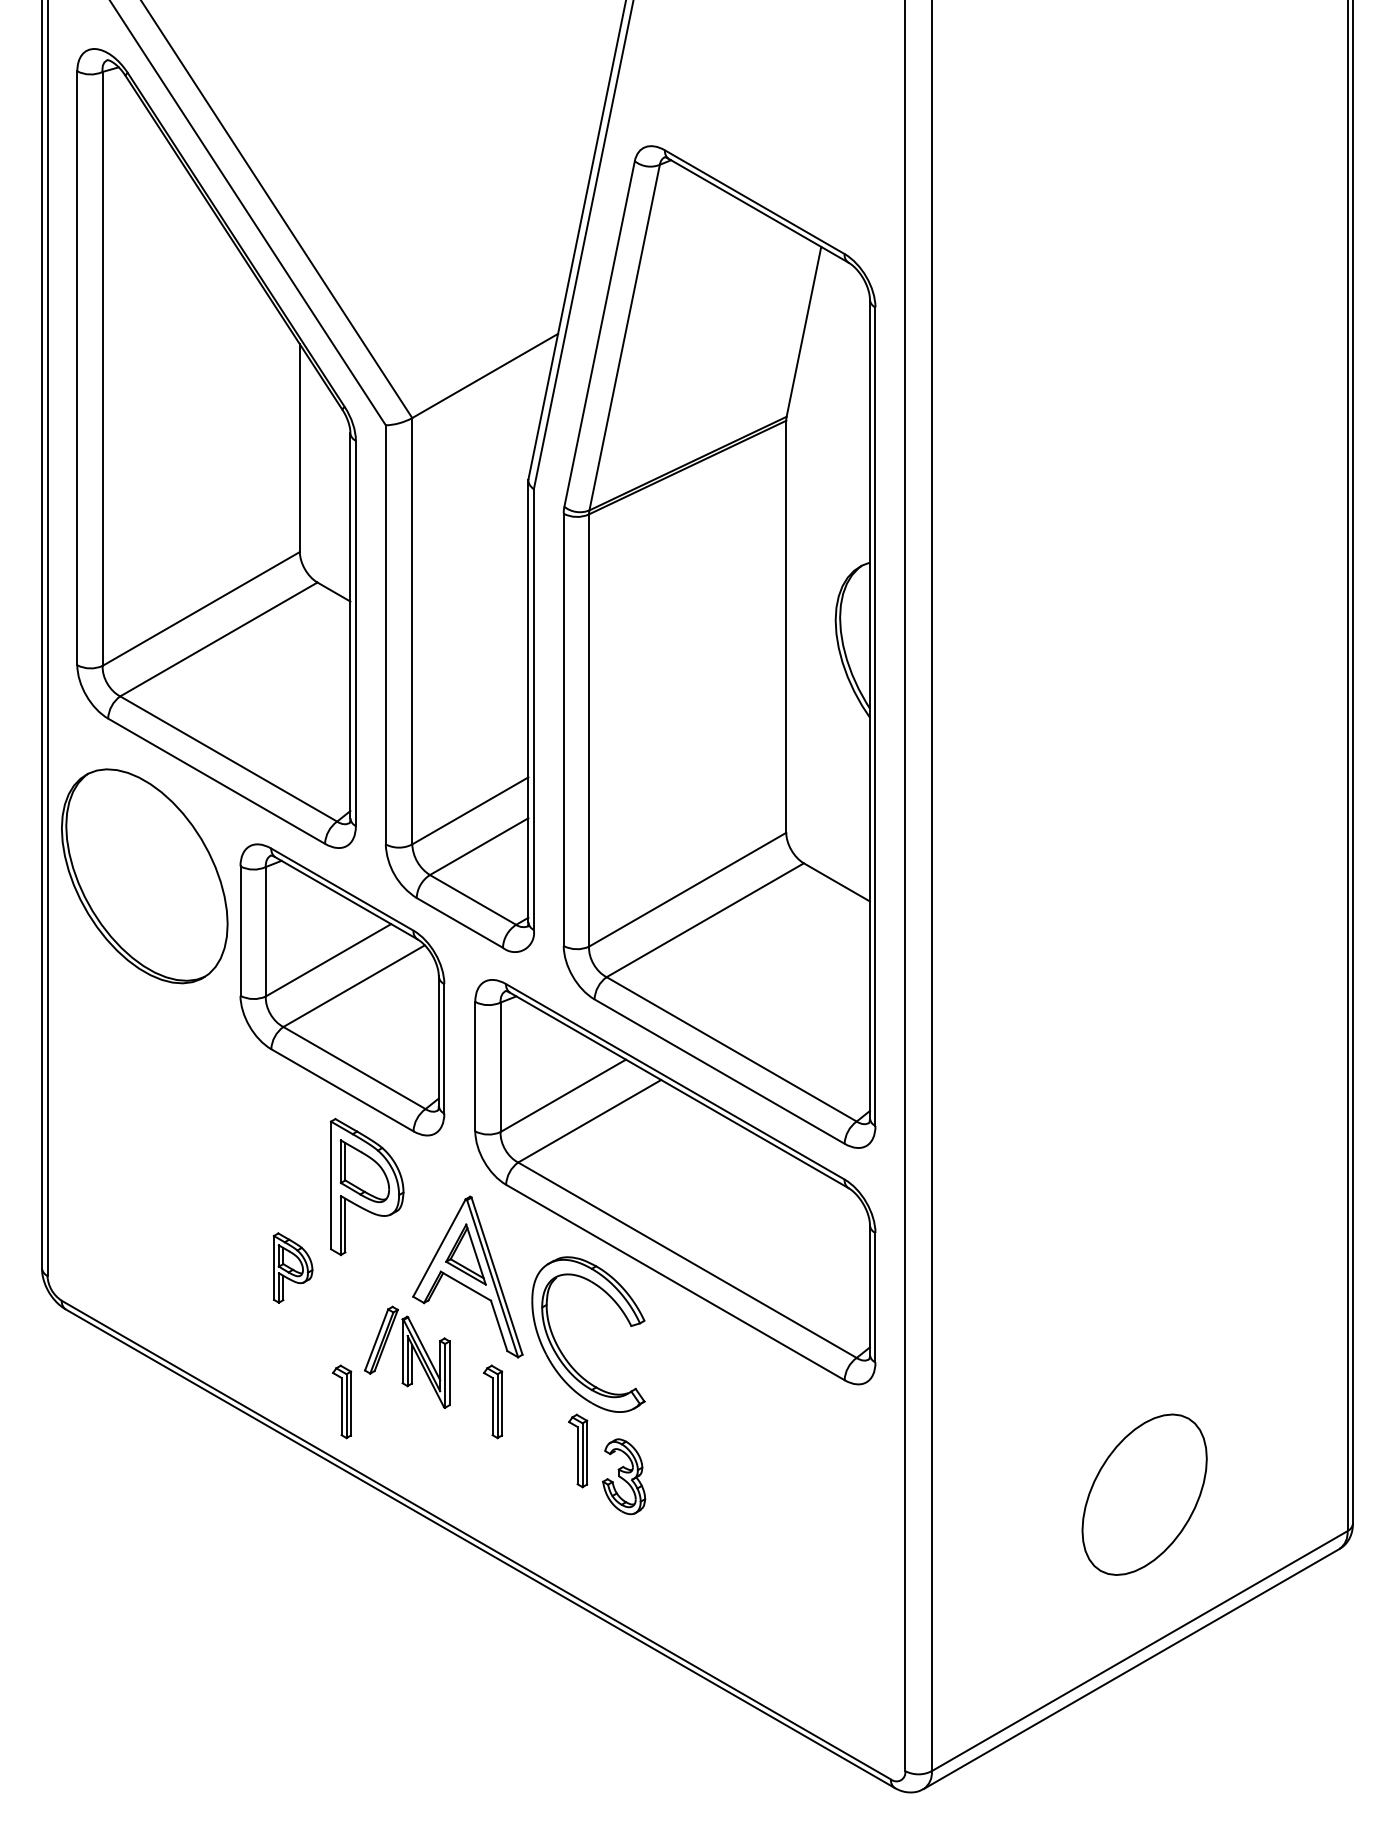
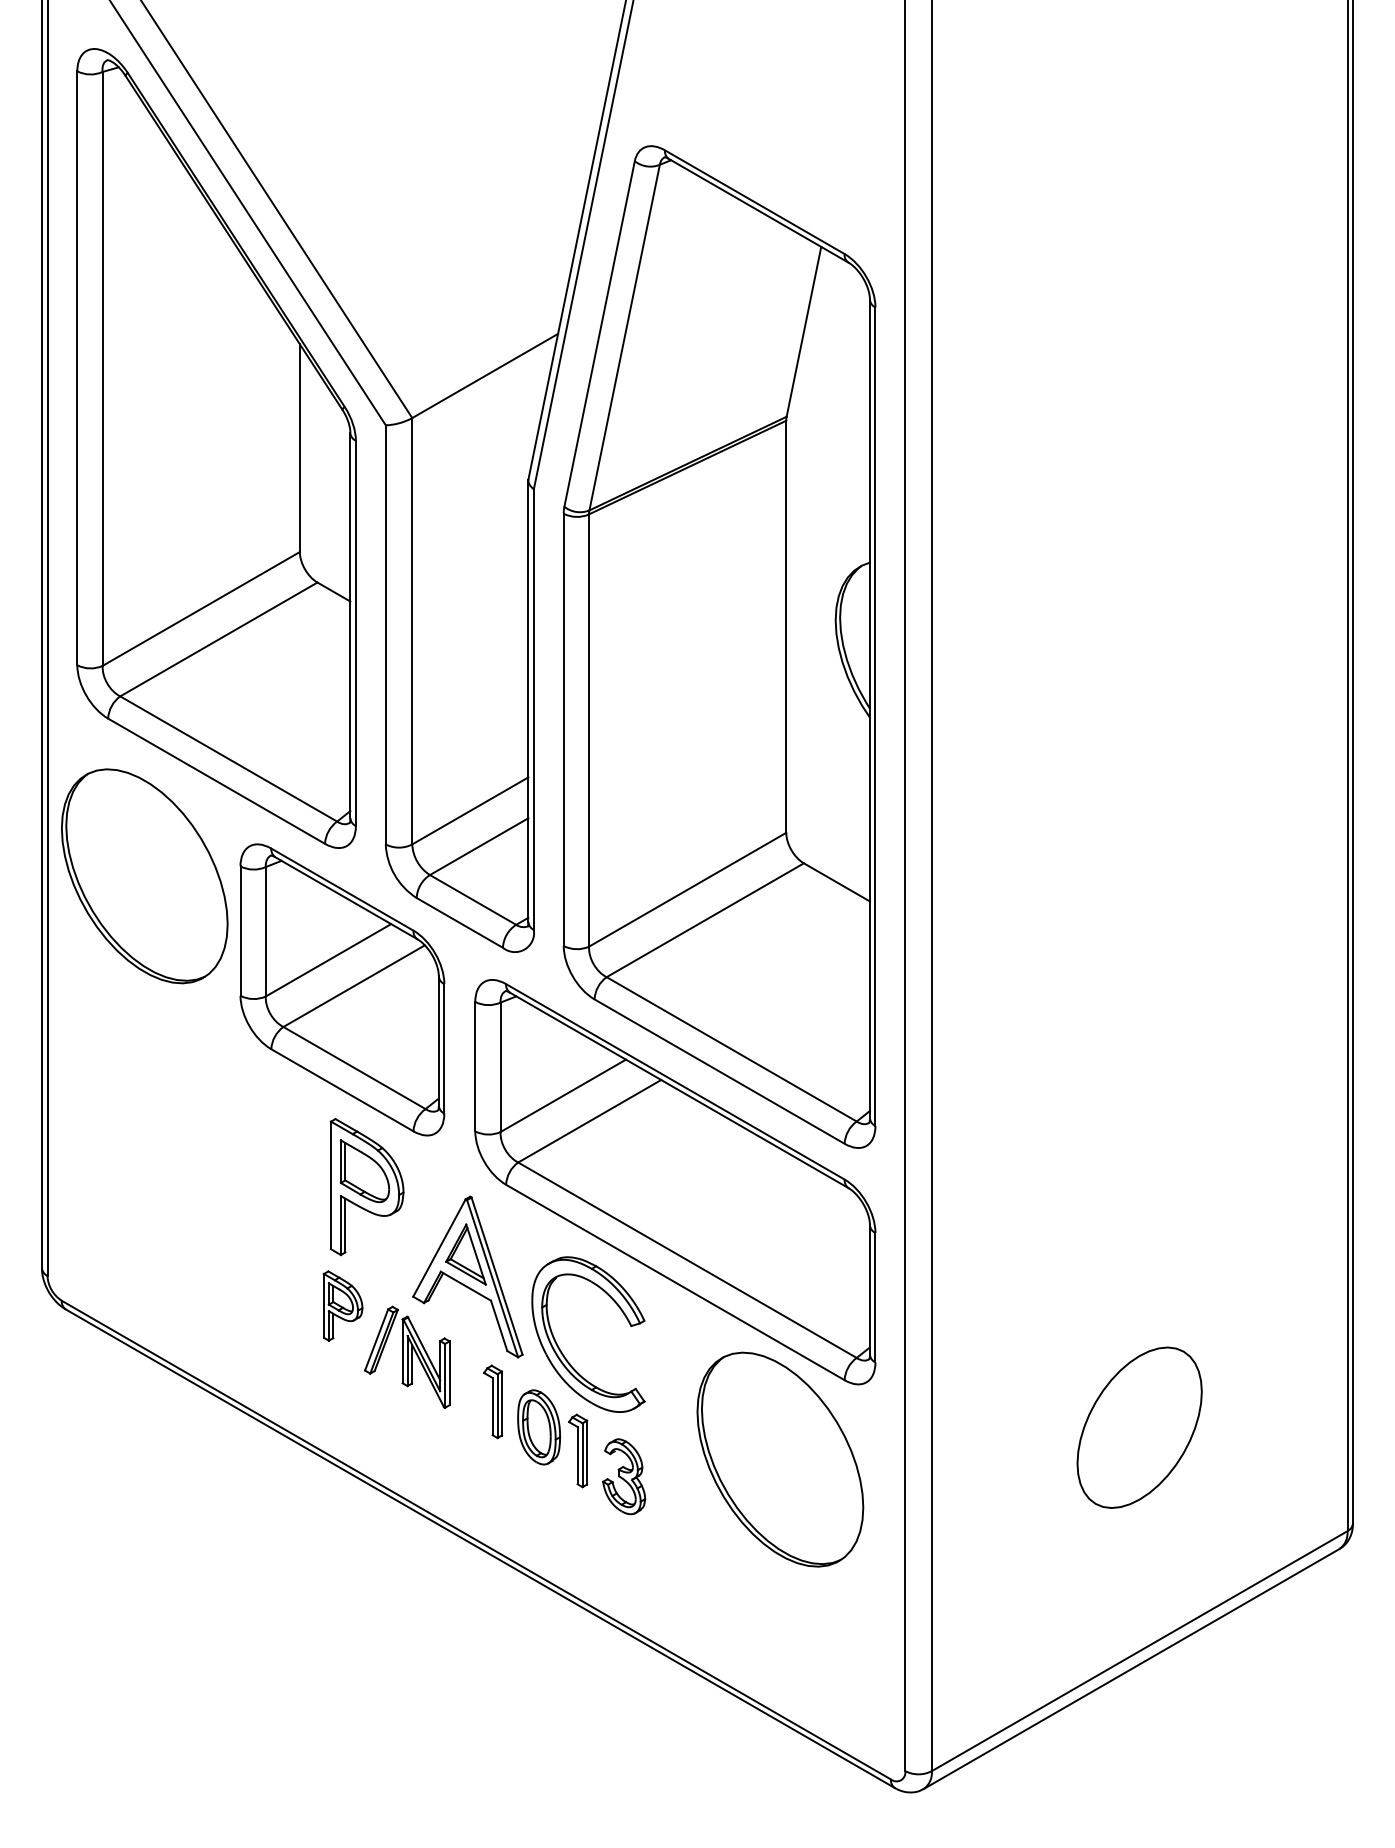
part at (292, 1267) position: (292, 1267) -> (342, 1305)
part at (342, 1401): present -> none
part at (539, 1427): none -> present
part at (780, 1459): none -> present
part at (1144, 1494) position: (1144, 1494) -> (1139, 1427)
